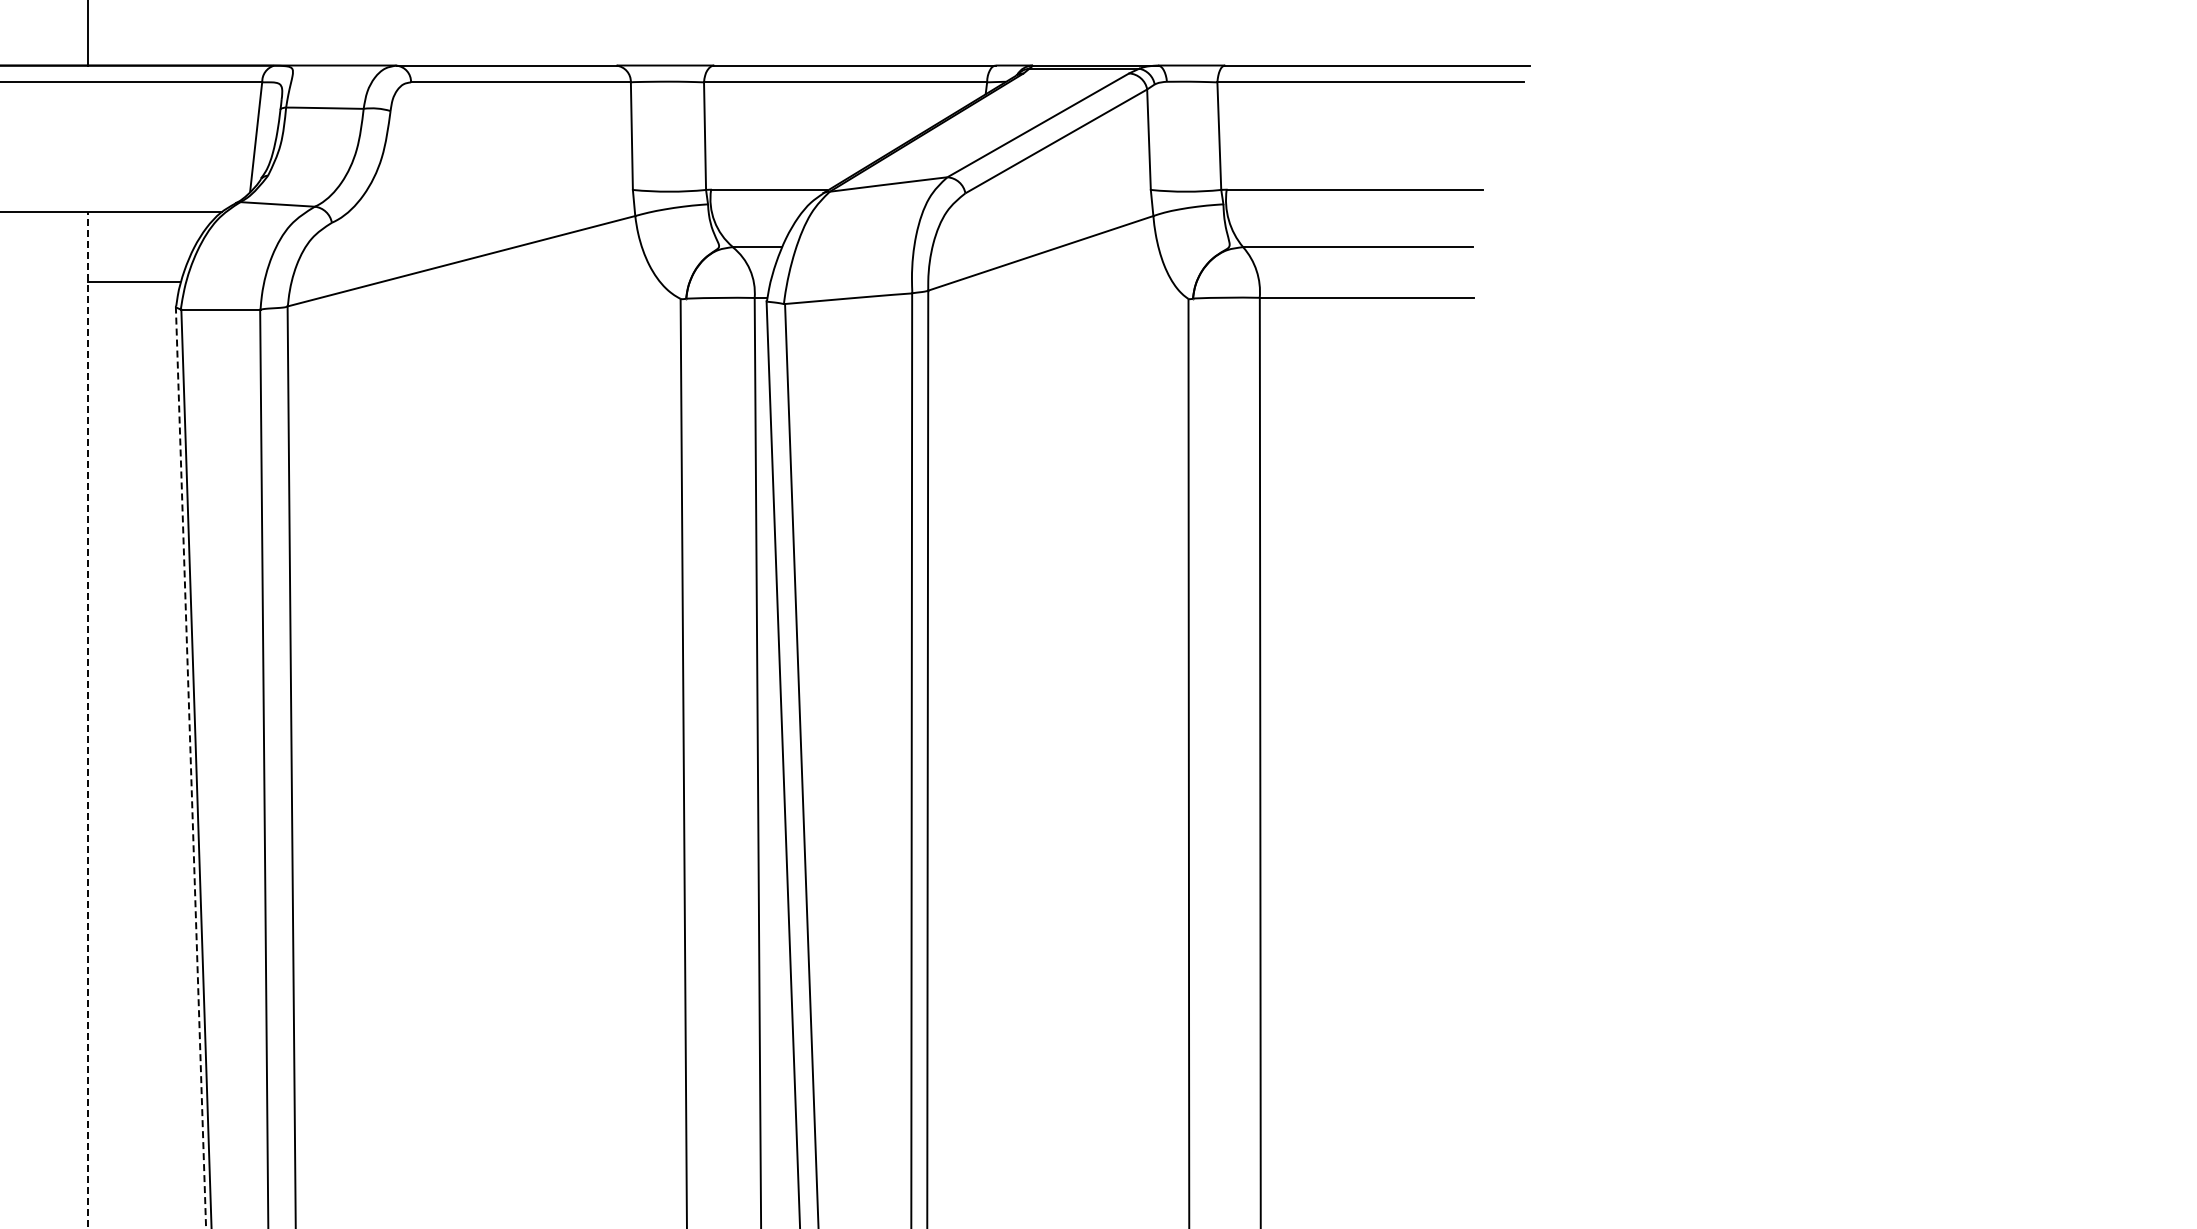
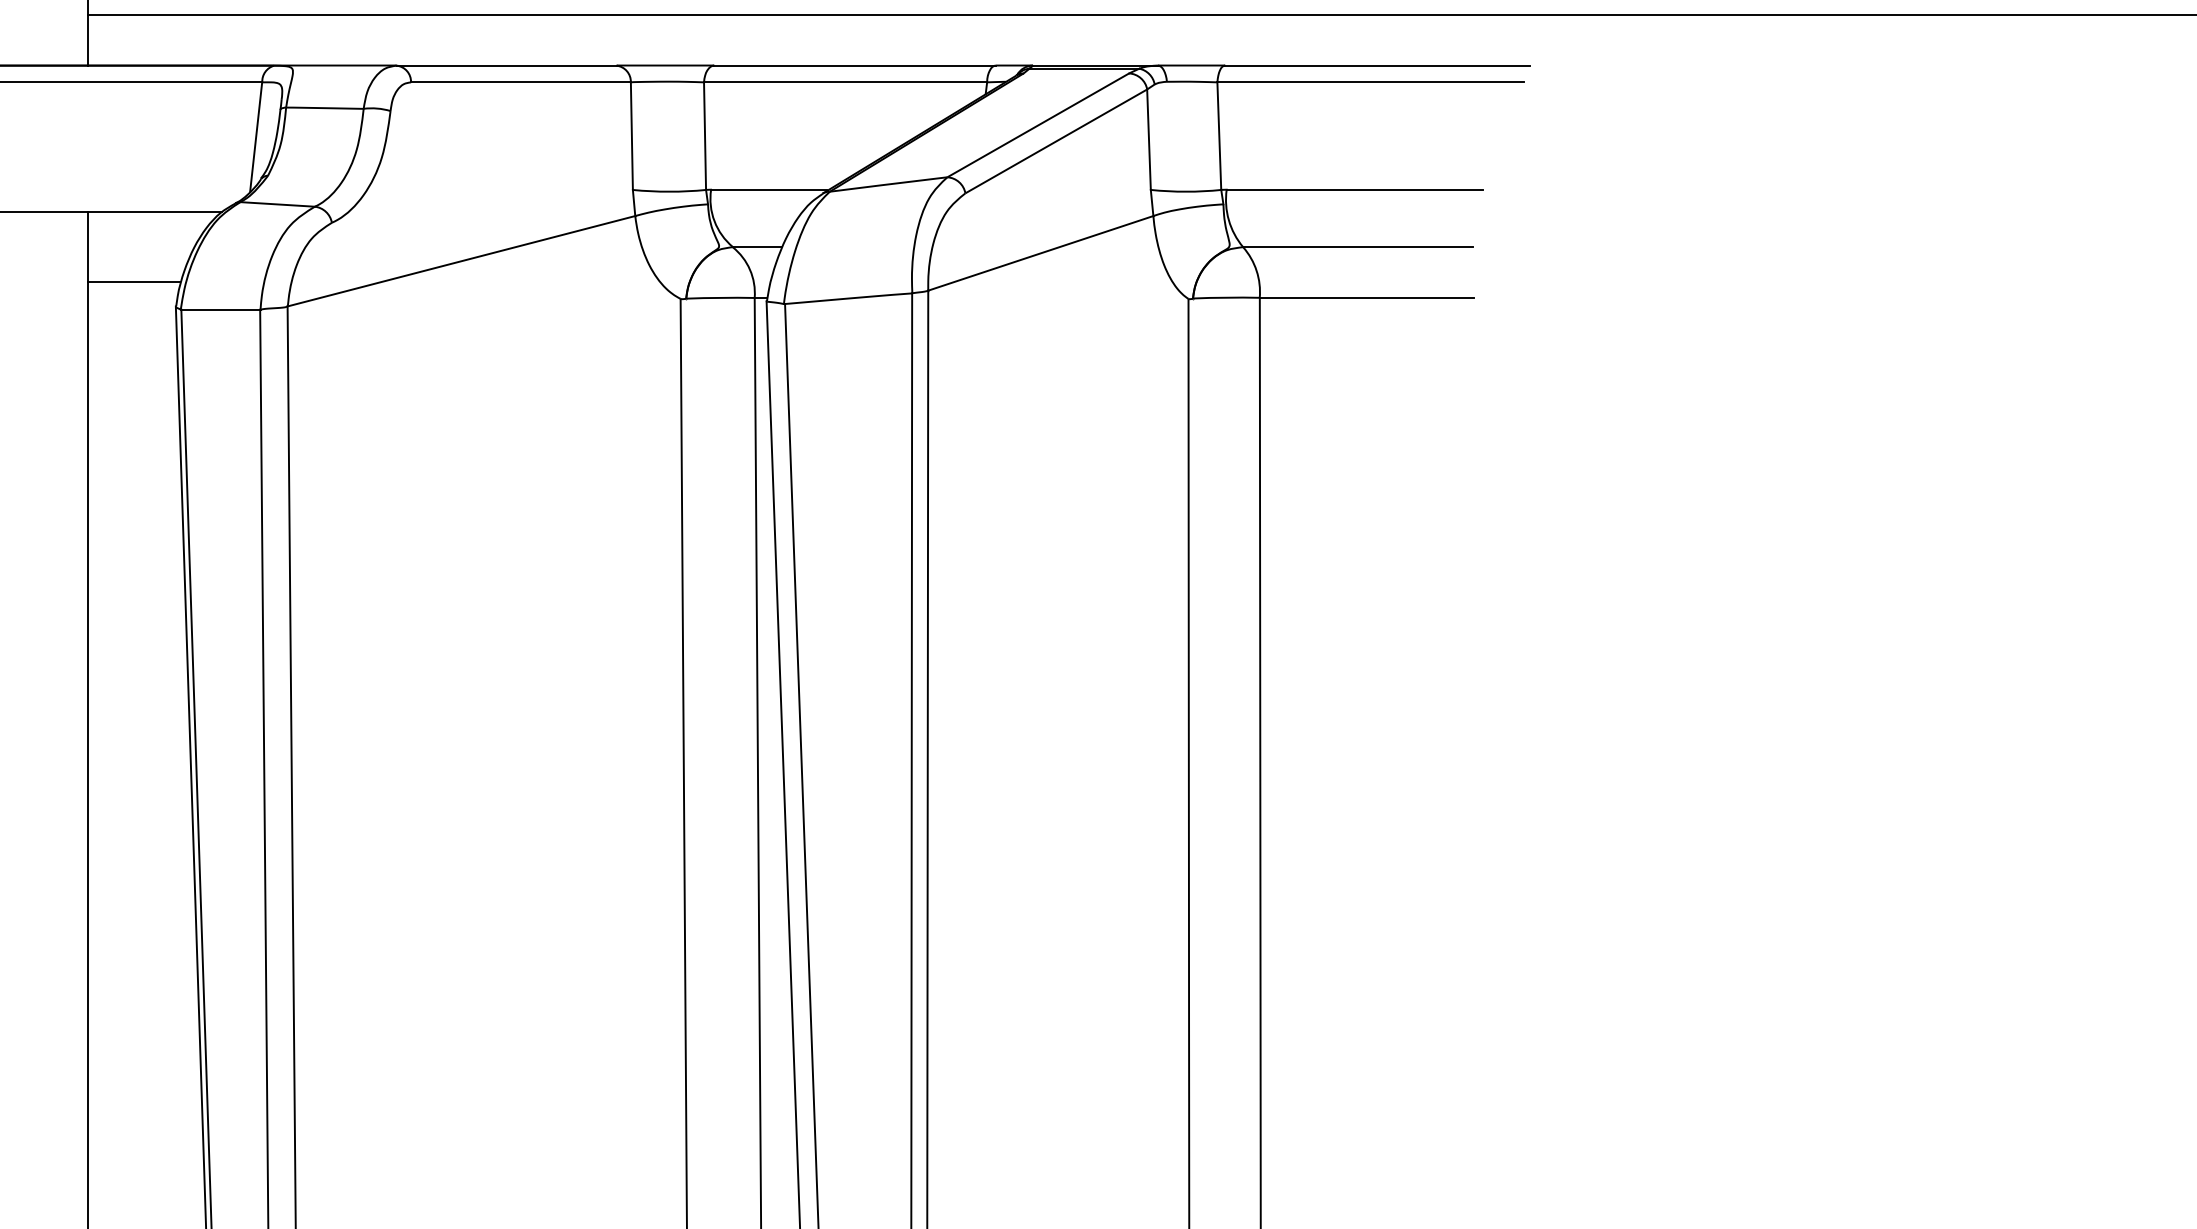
line at (1140, 14): none -> present
line at (88, 719): dashed -> solid
line at (191, 768): dashed -> solid
